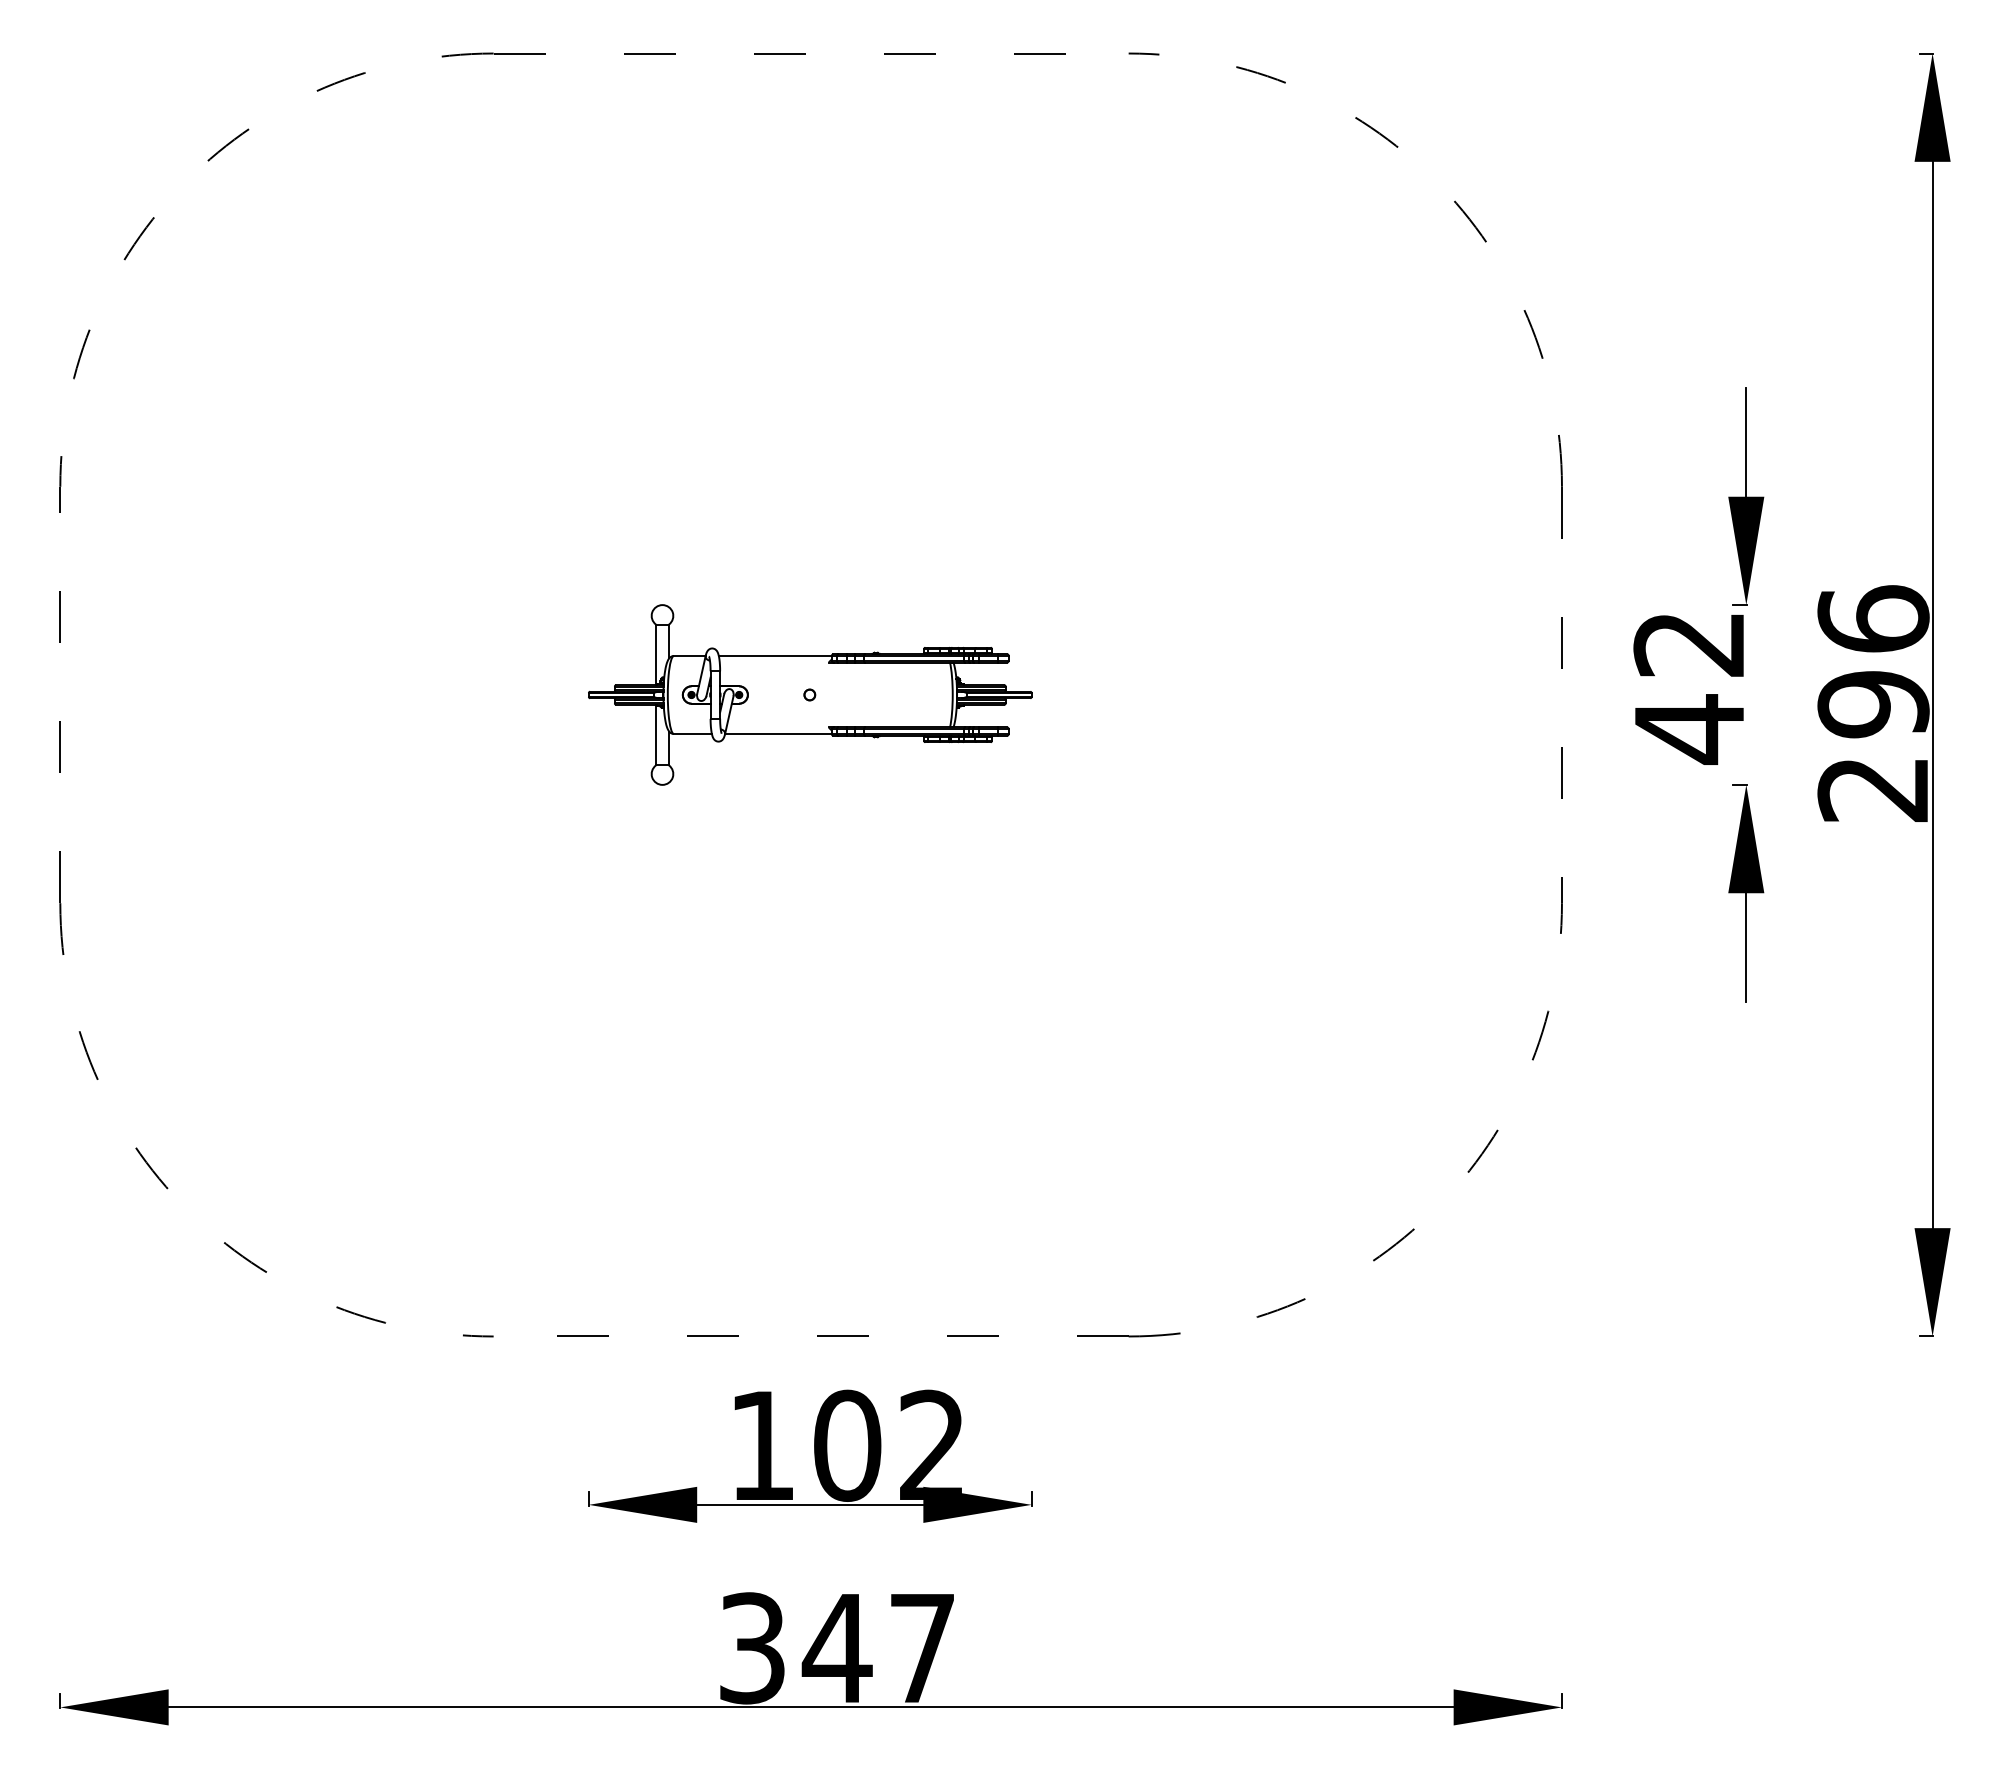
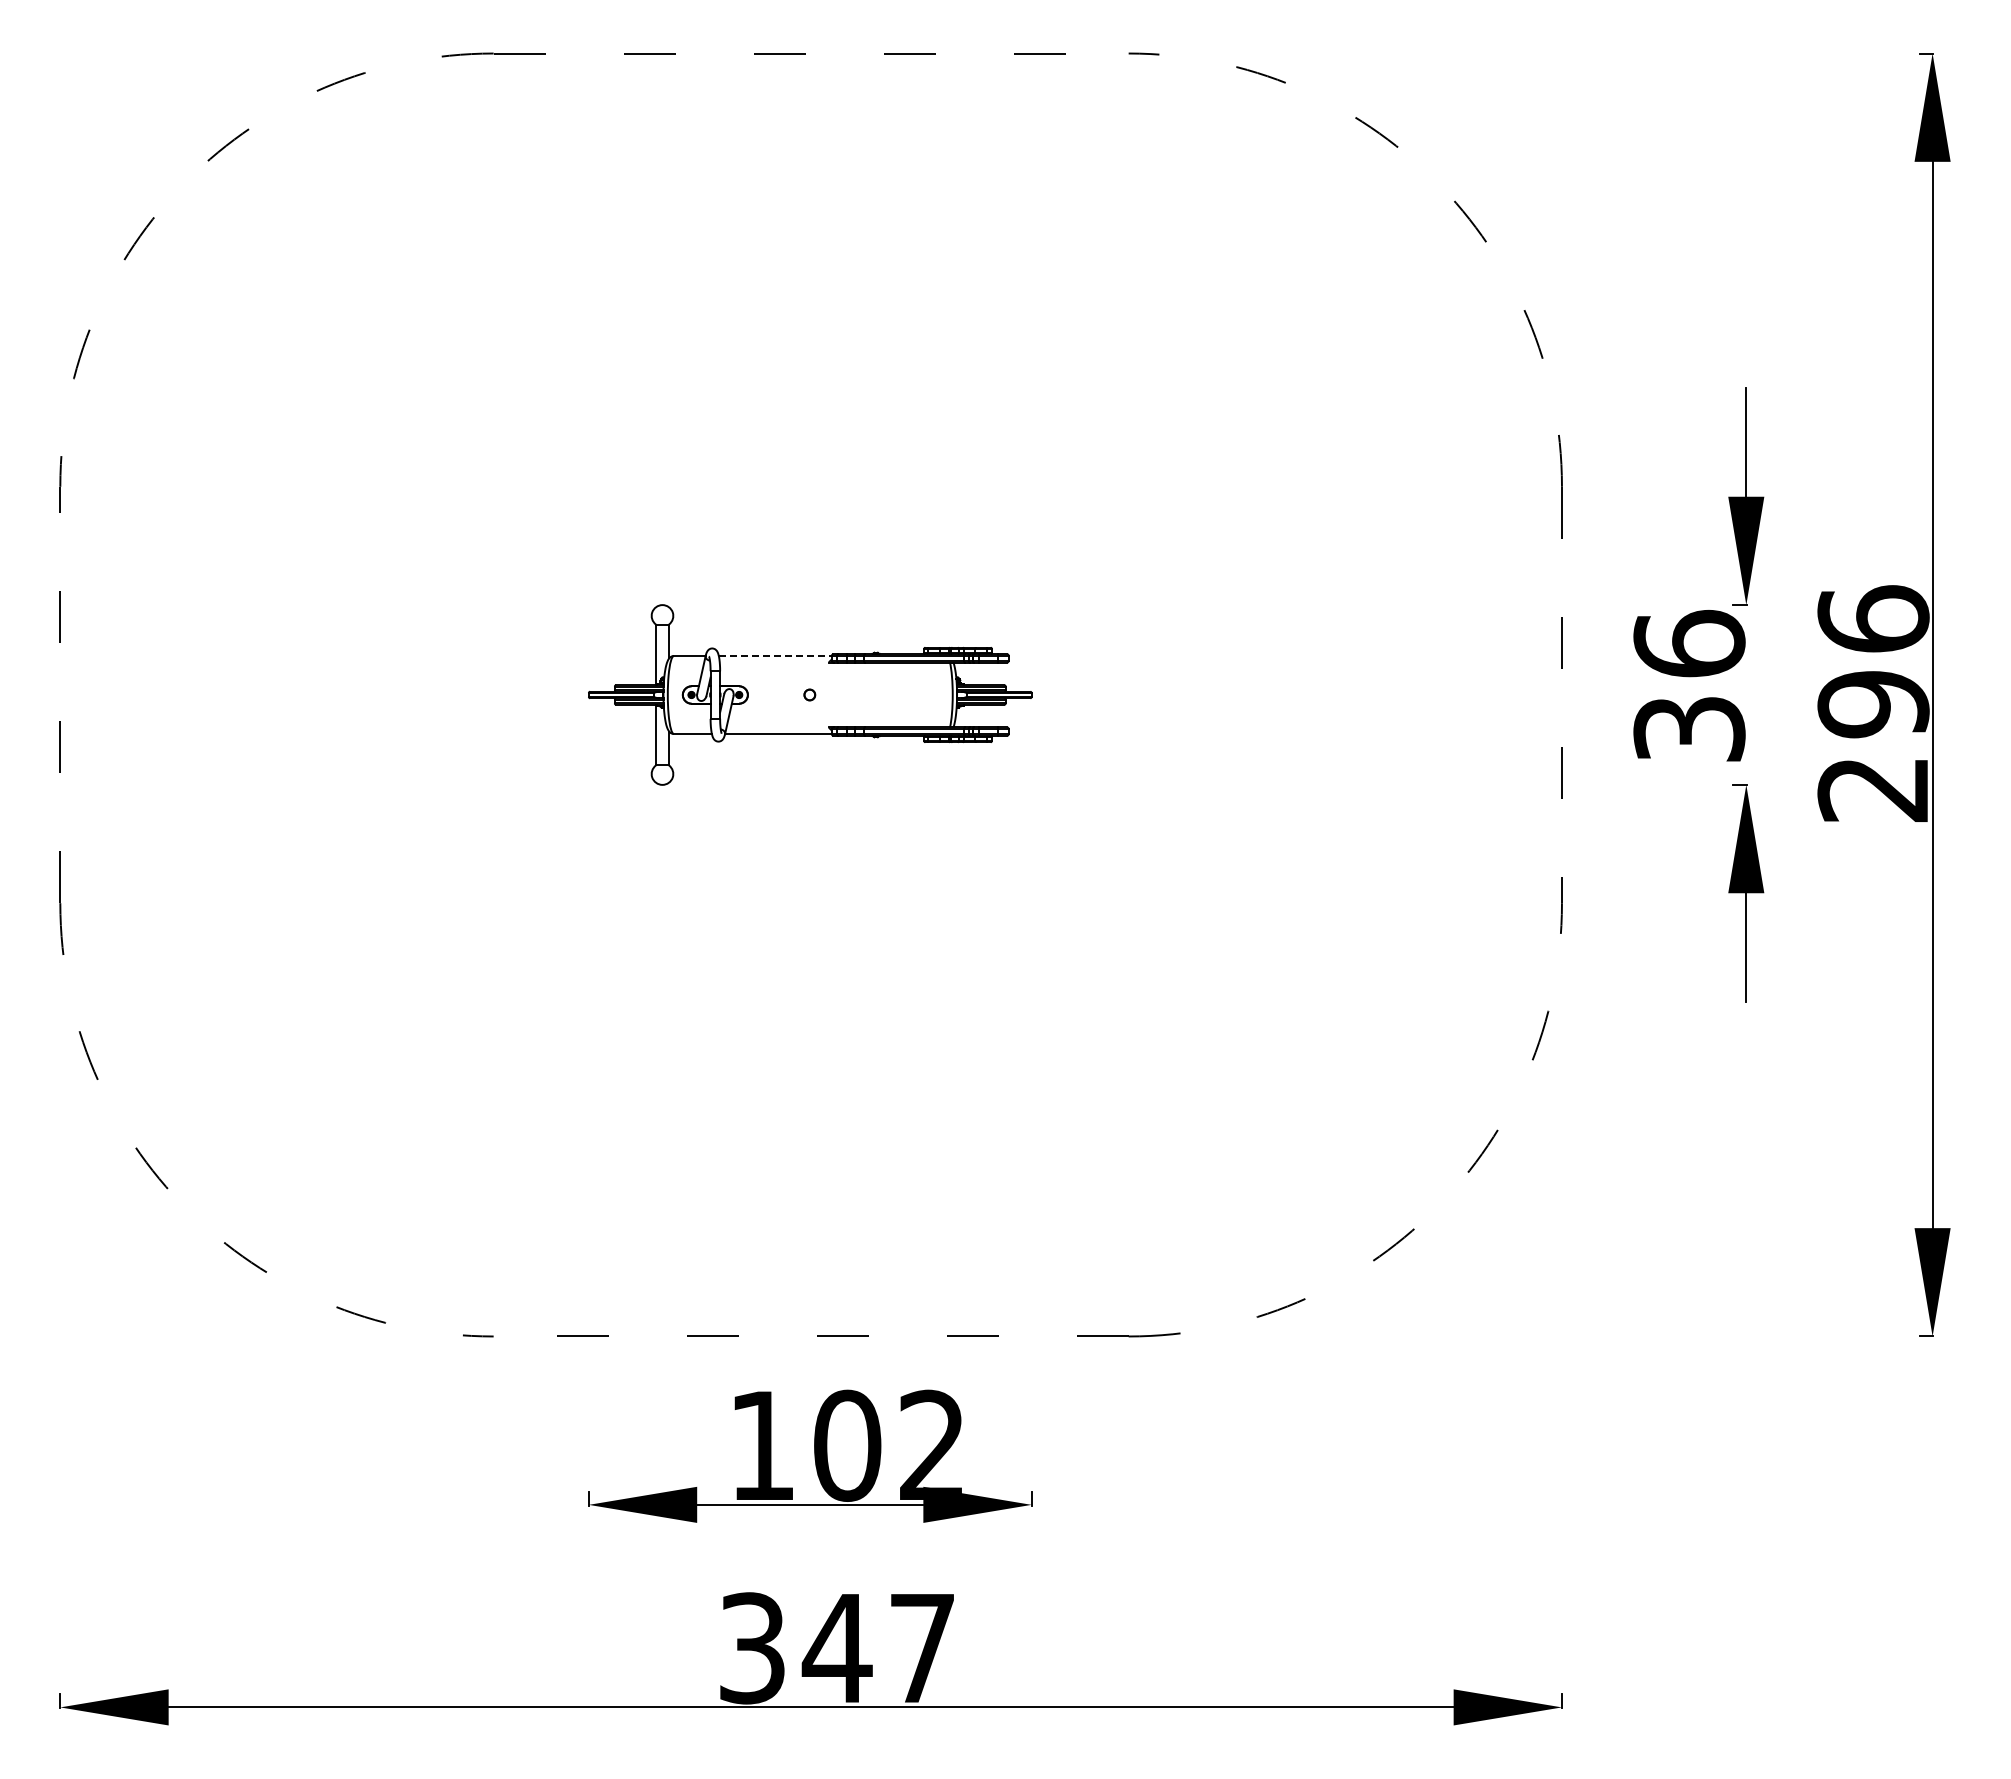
line at (775, 656): solid -> dashed
text at (1689, 686): 42 -> 36
